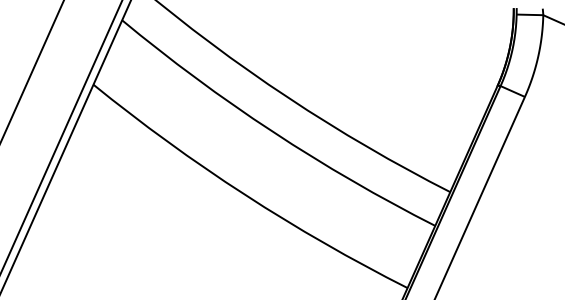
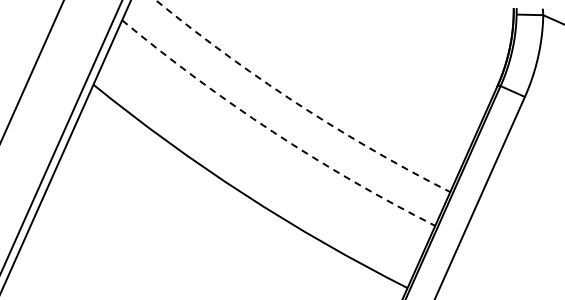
line at (297, 104): solid -> dashed
line at (272, 131): solid -> dashed
